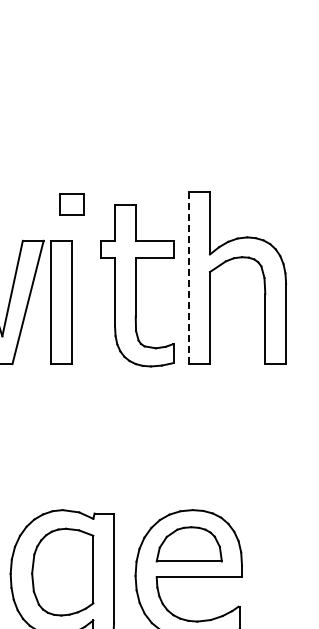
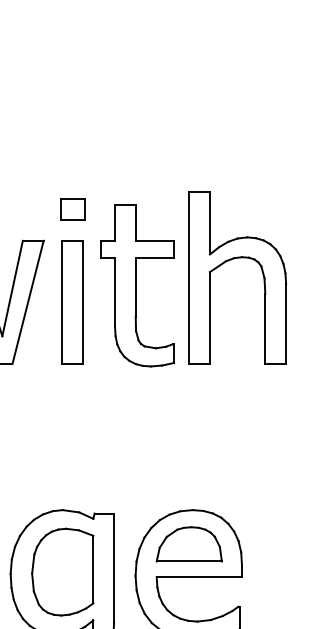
part at (71, 204) position: (71, 204) -> (72, 209)
line at (189, 278): dashed -> solid
part at (61, 302) position: (61, 302) -> (72, 302)
